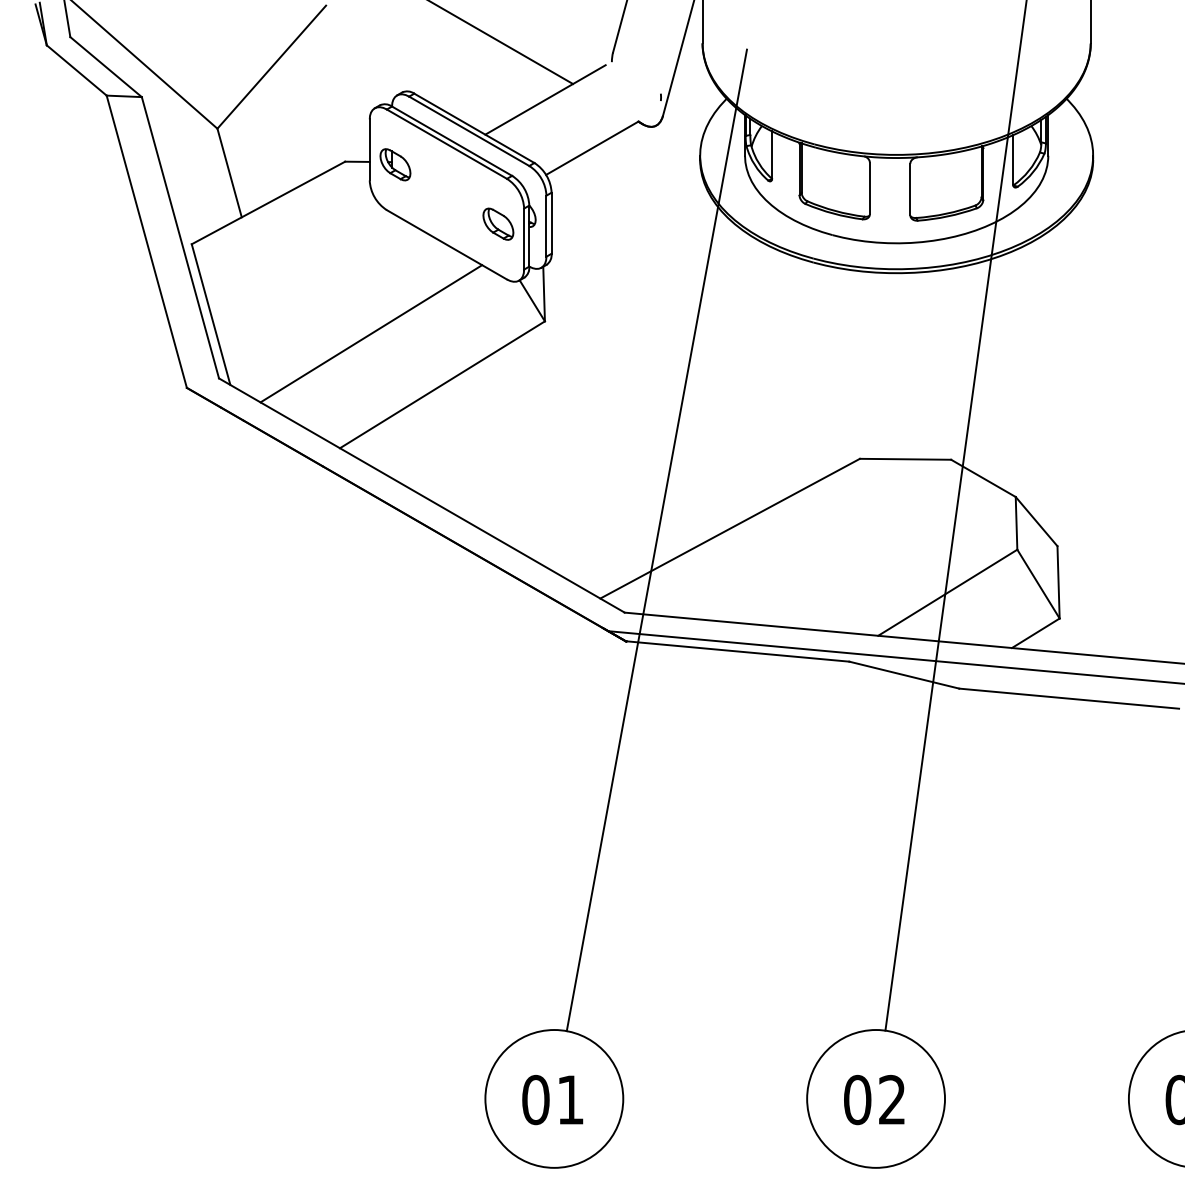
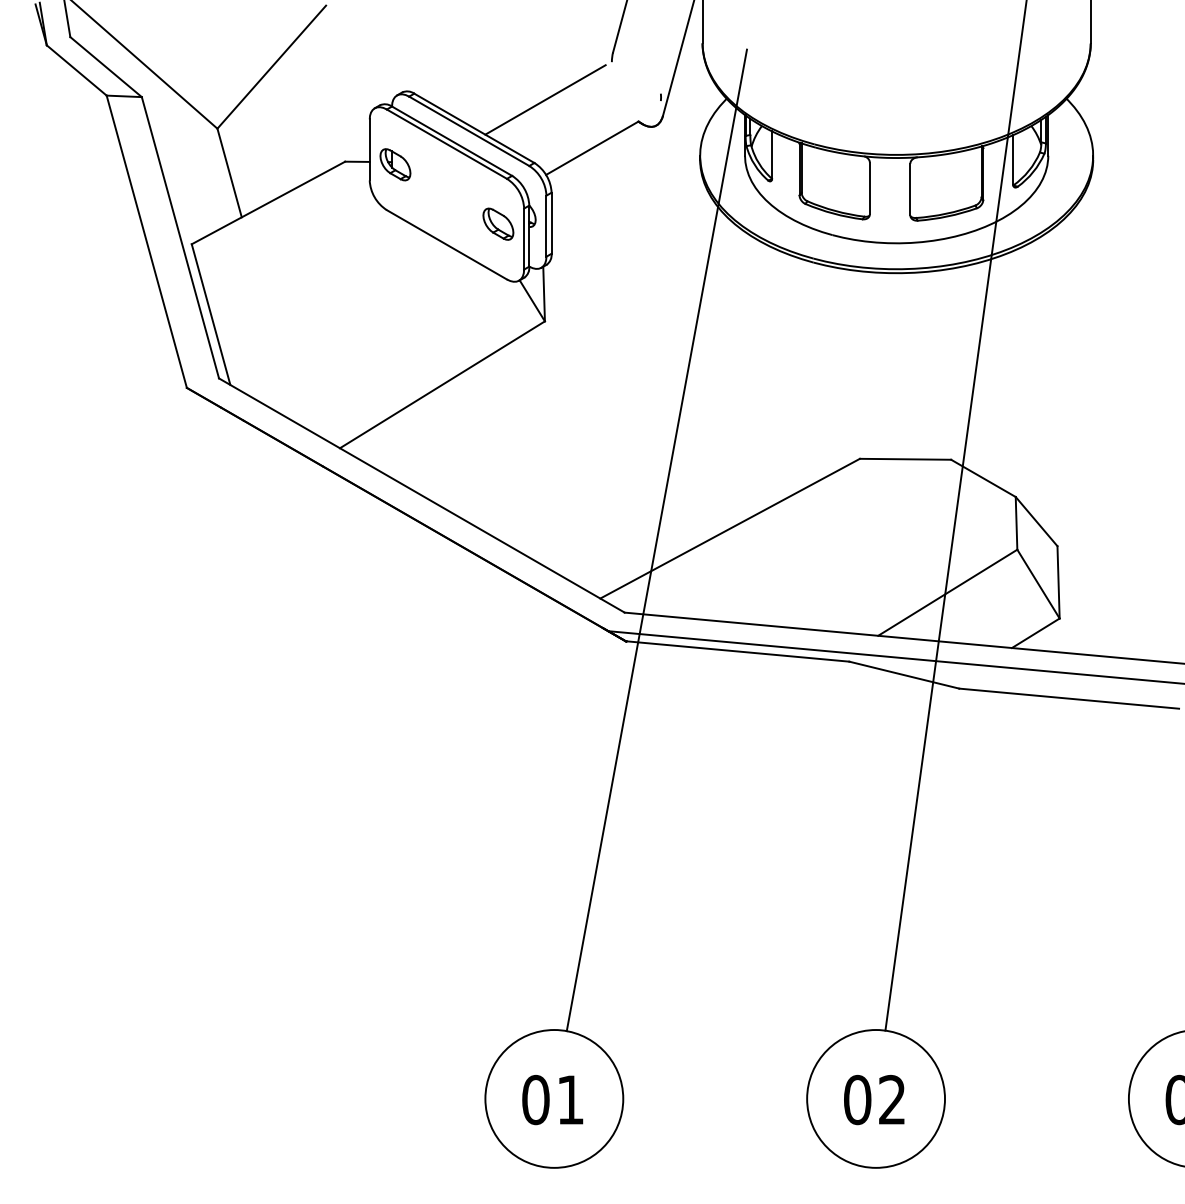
line at (502, 43): present -> none
line at (371, 333): present -> none
